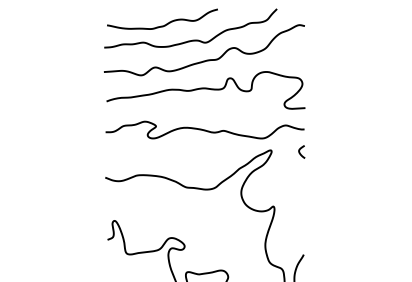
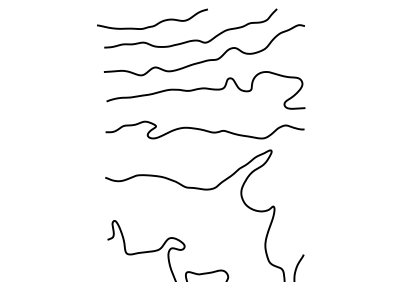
curve at (164, 24) position: (164, 24) -> (154, 24)
curve at (300, 150): present -> none
